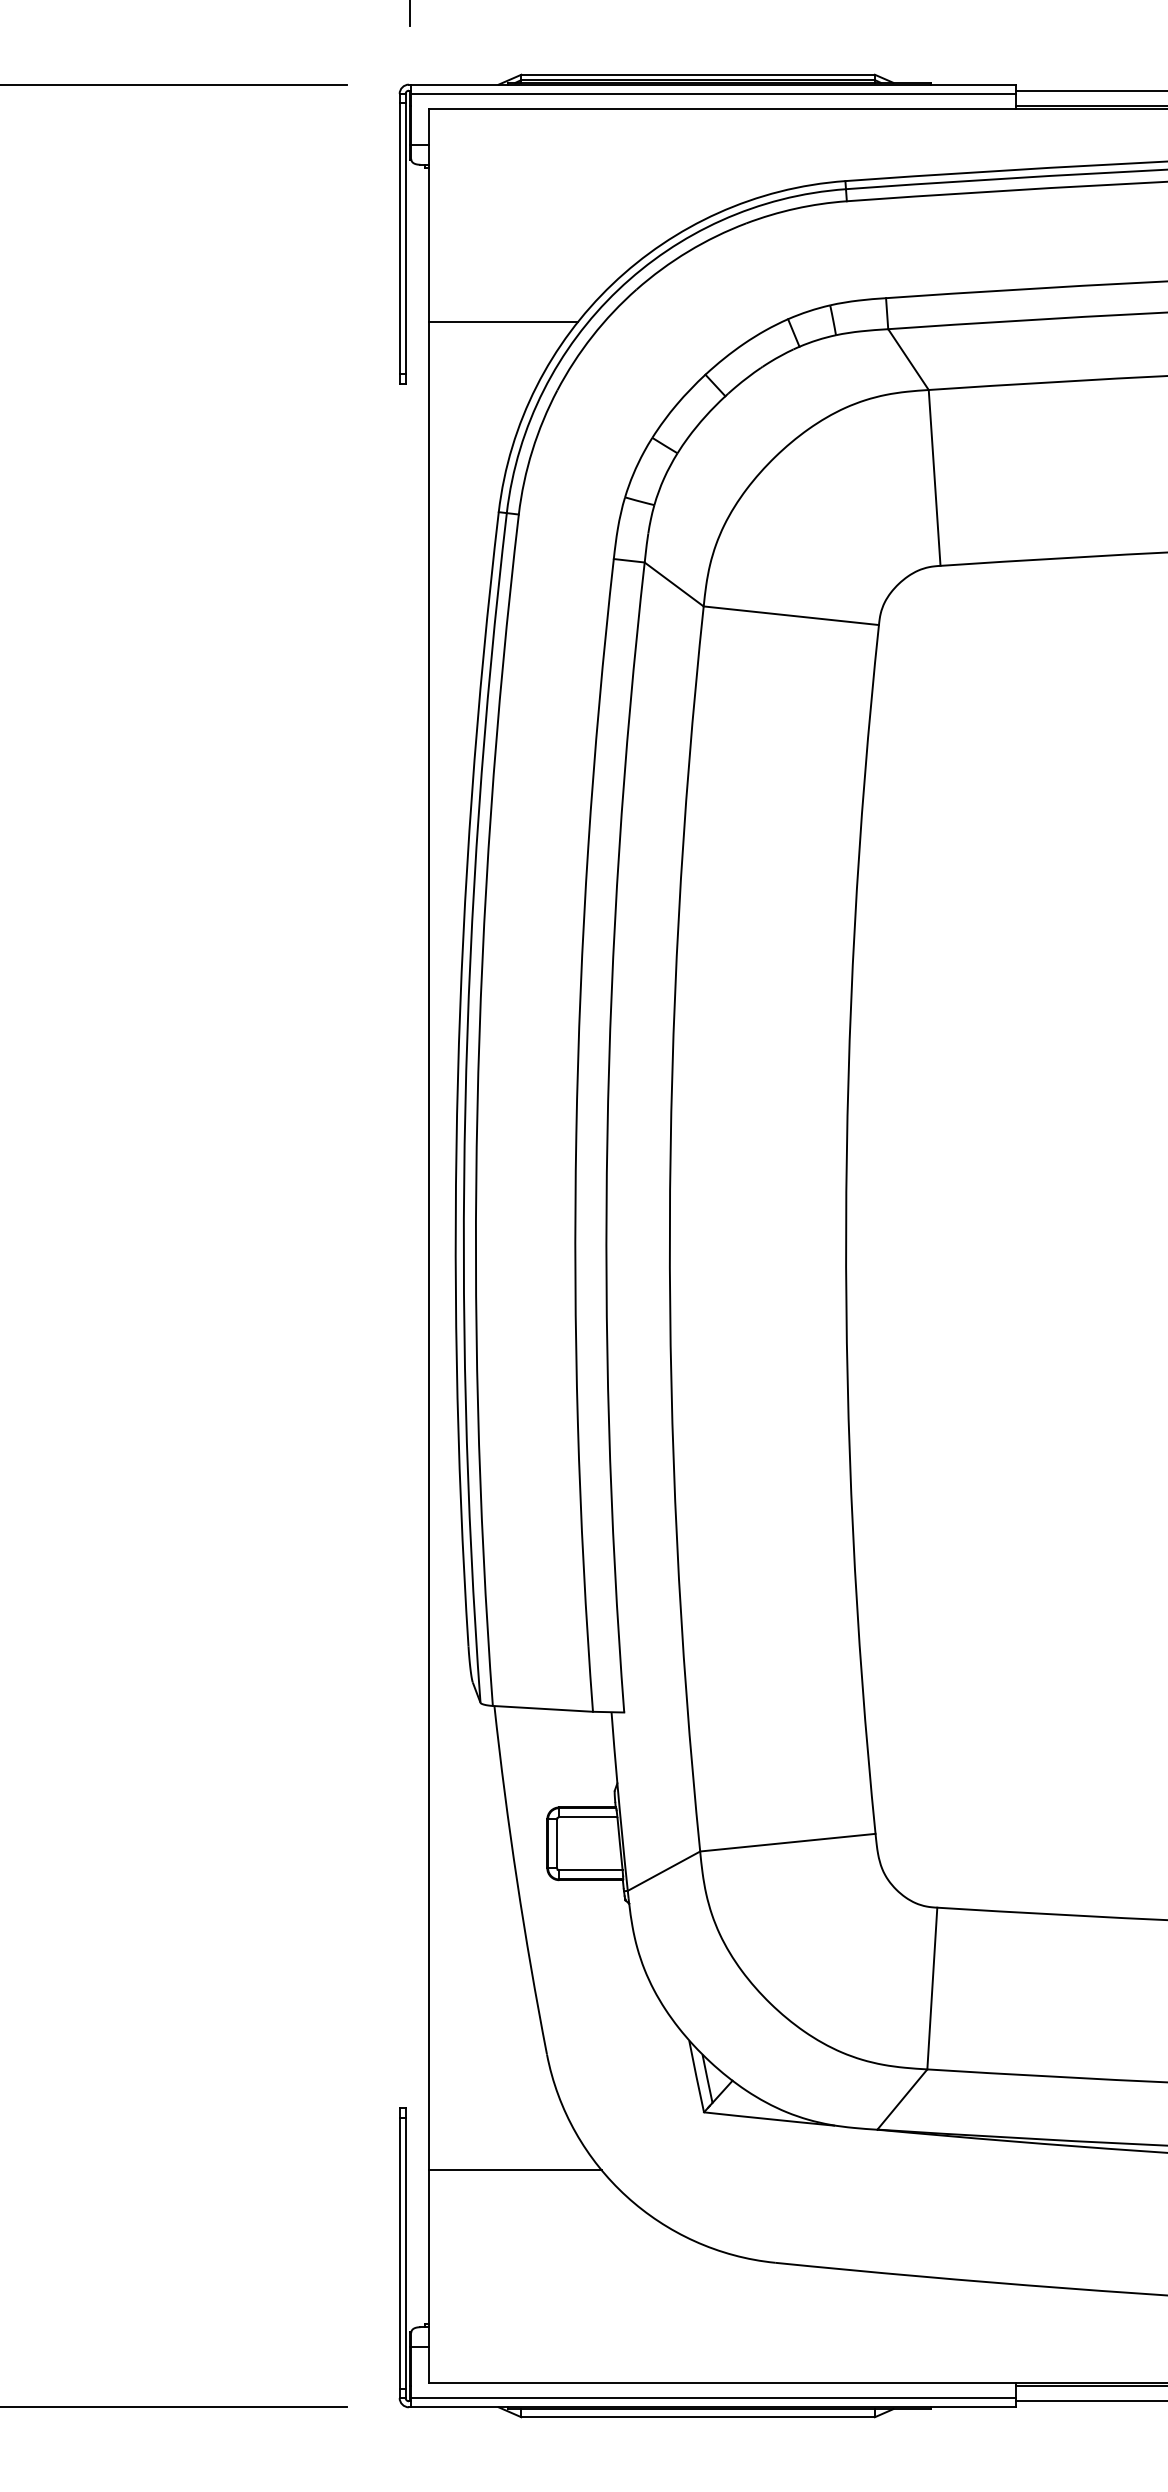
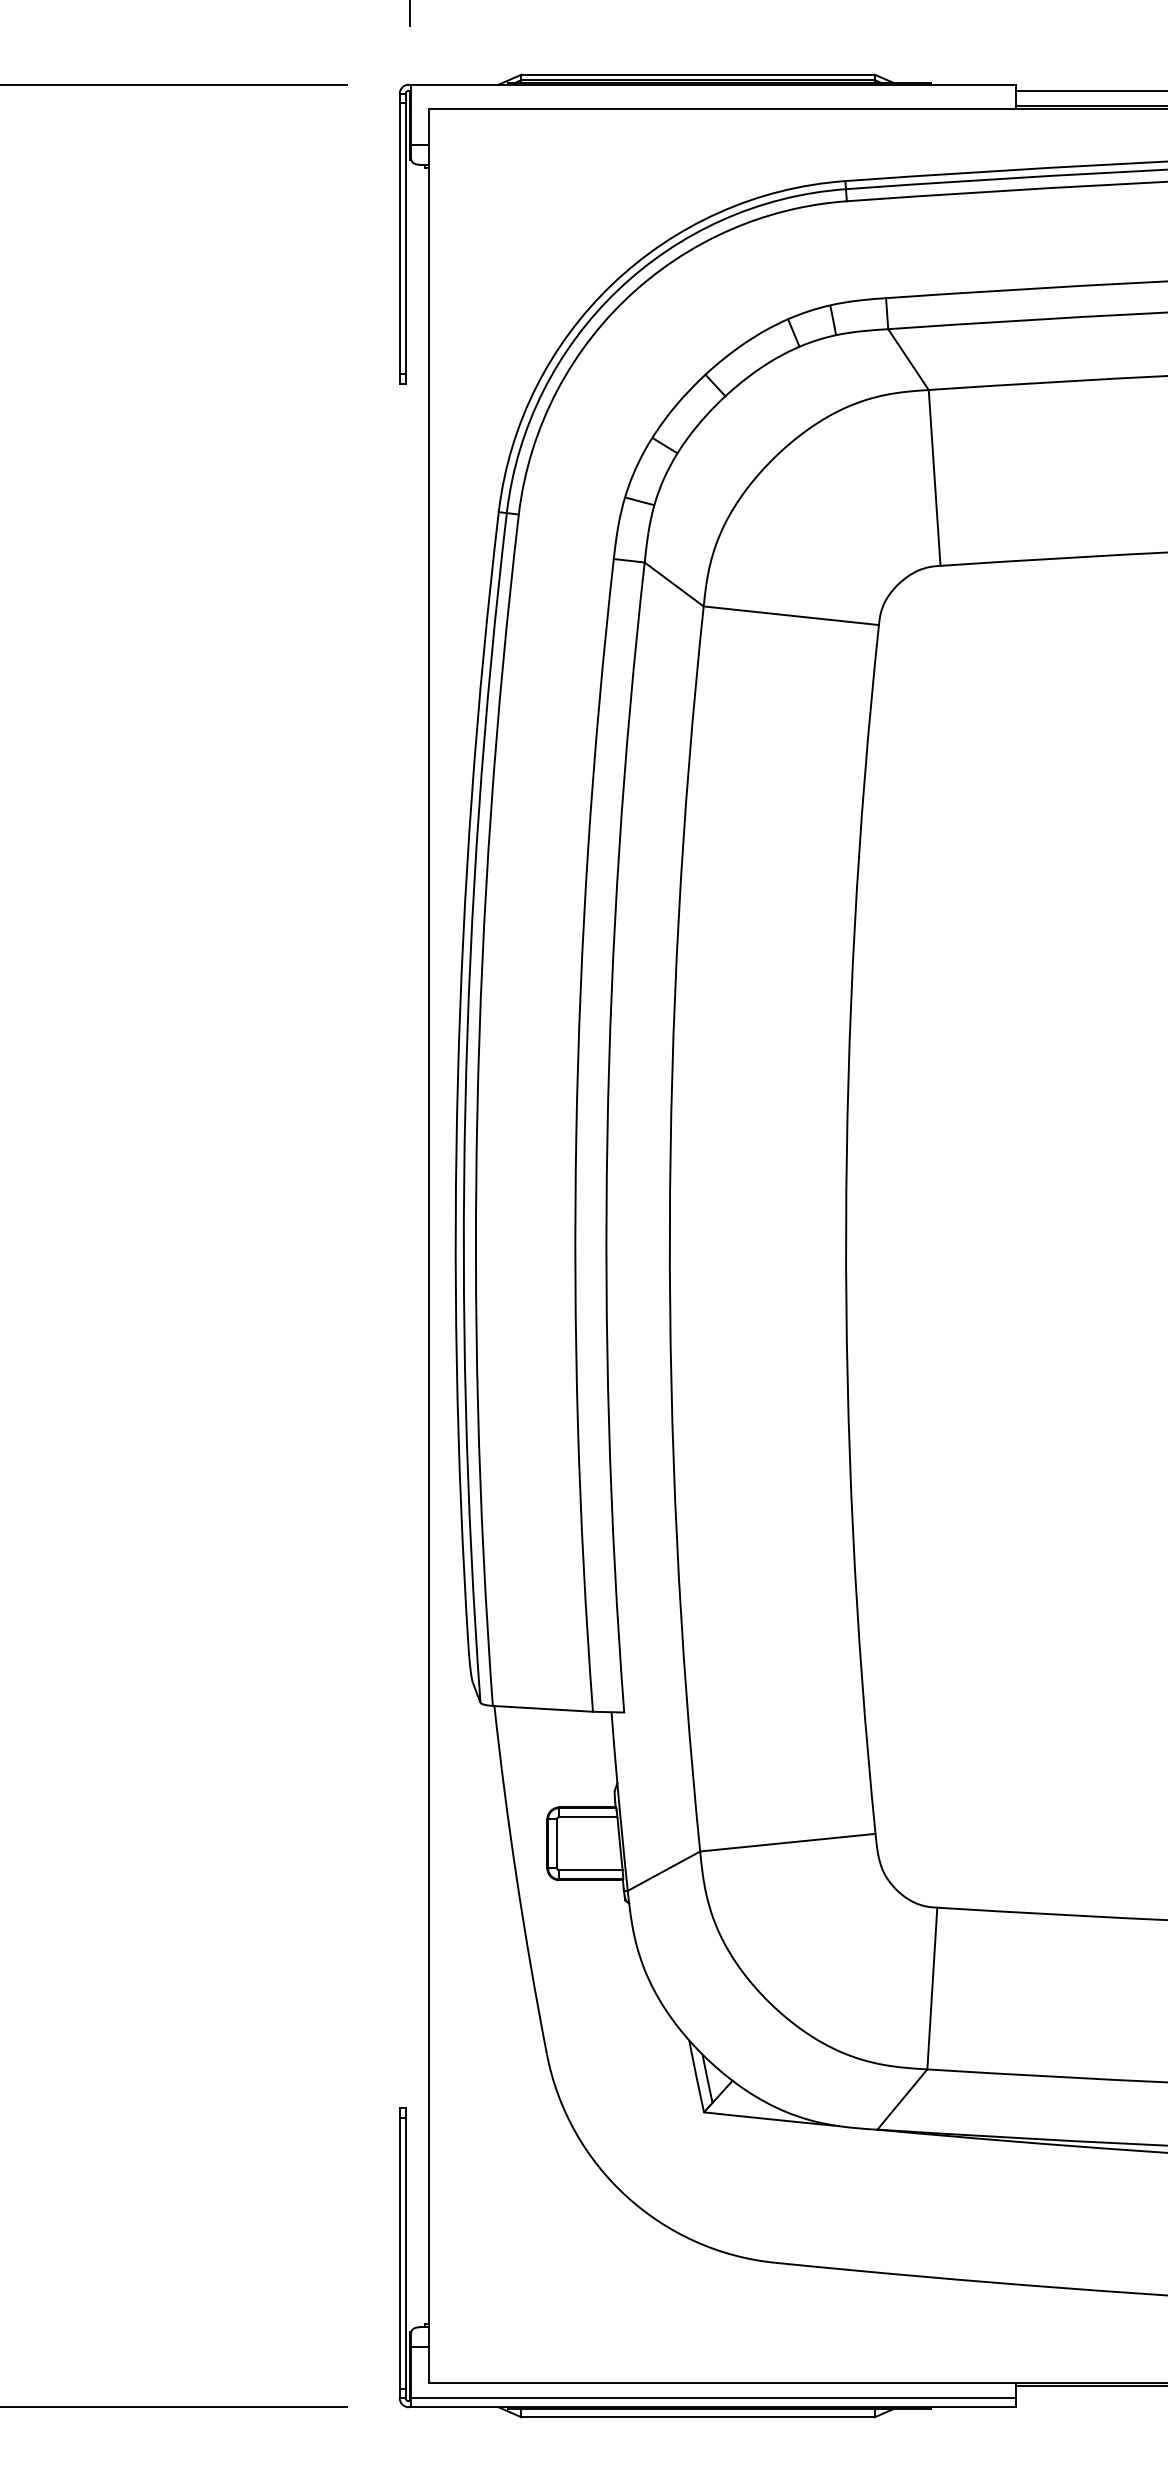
line at (713, 93): present -> none
line at (503, 321): present -> none
line at (514, 2170): present -> none
line at (1089, 2401): present -> none
